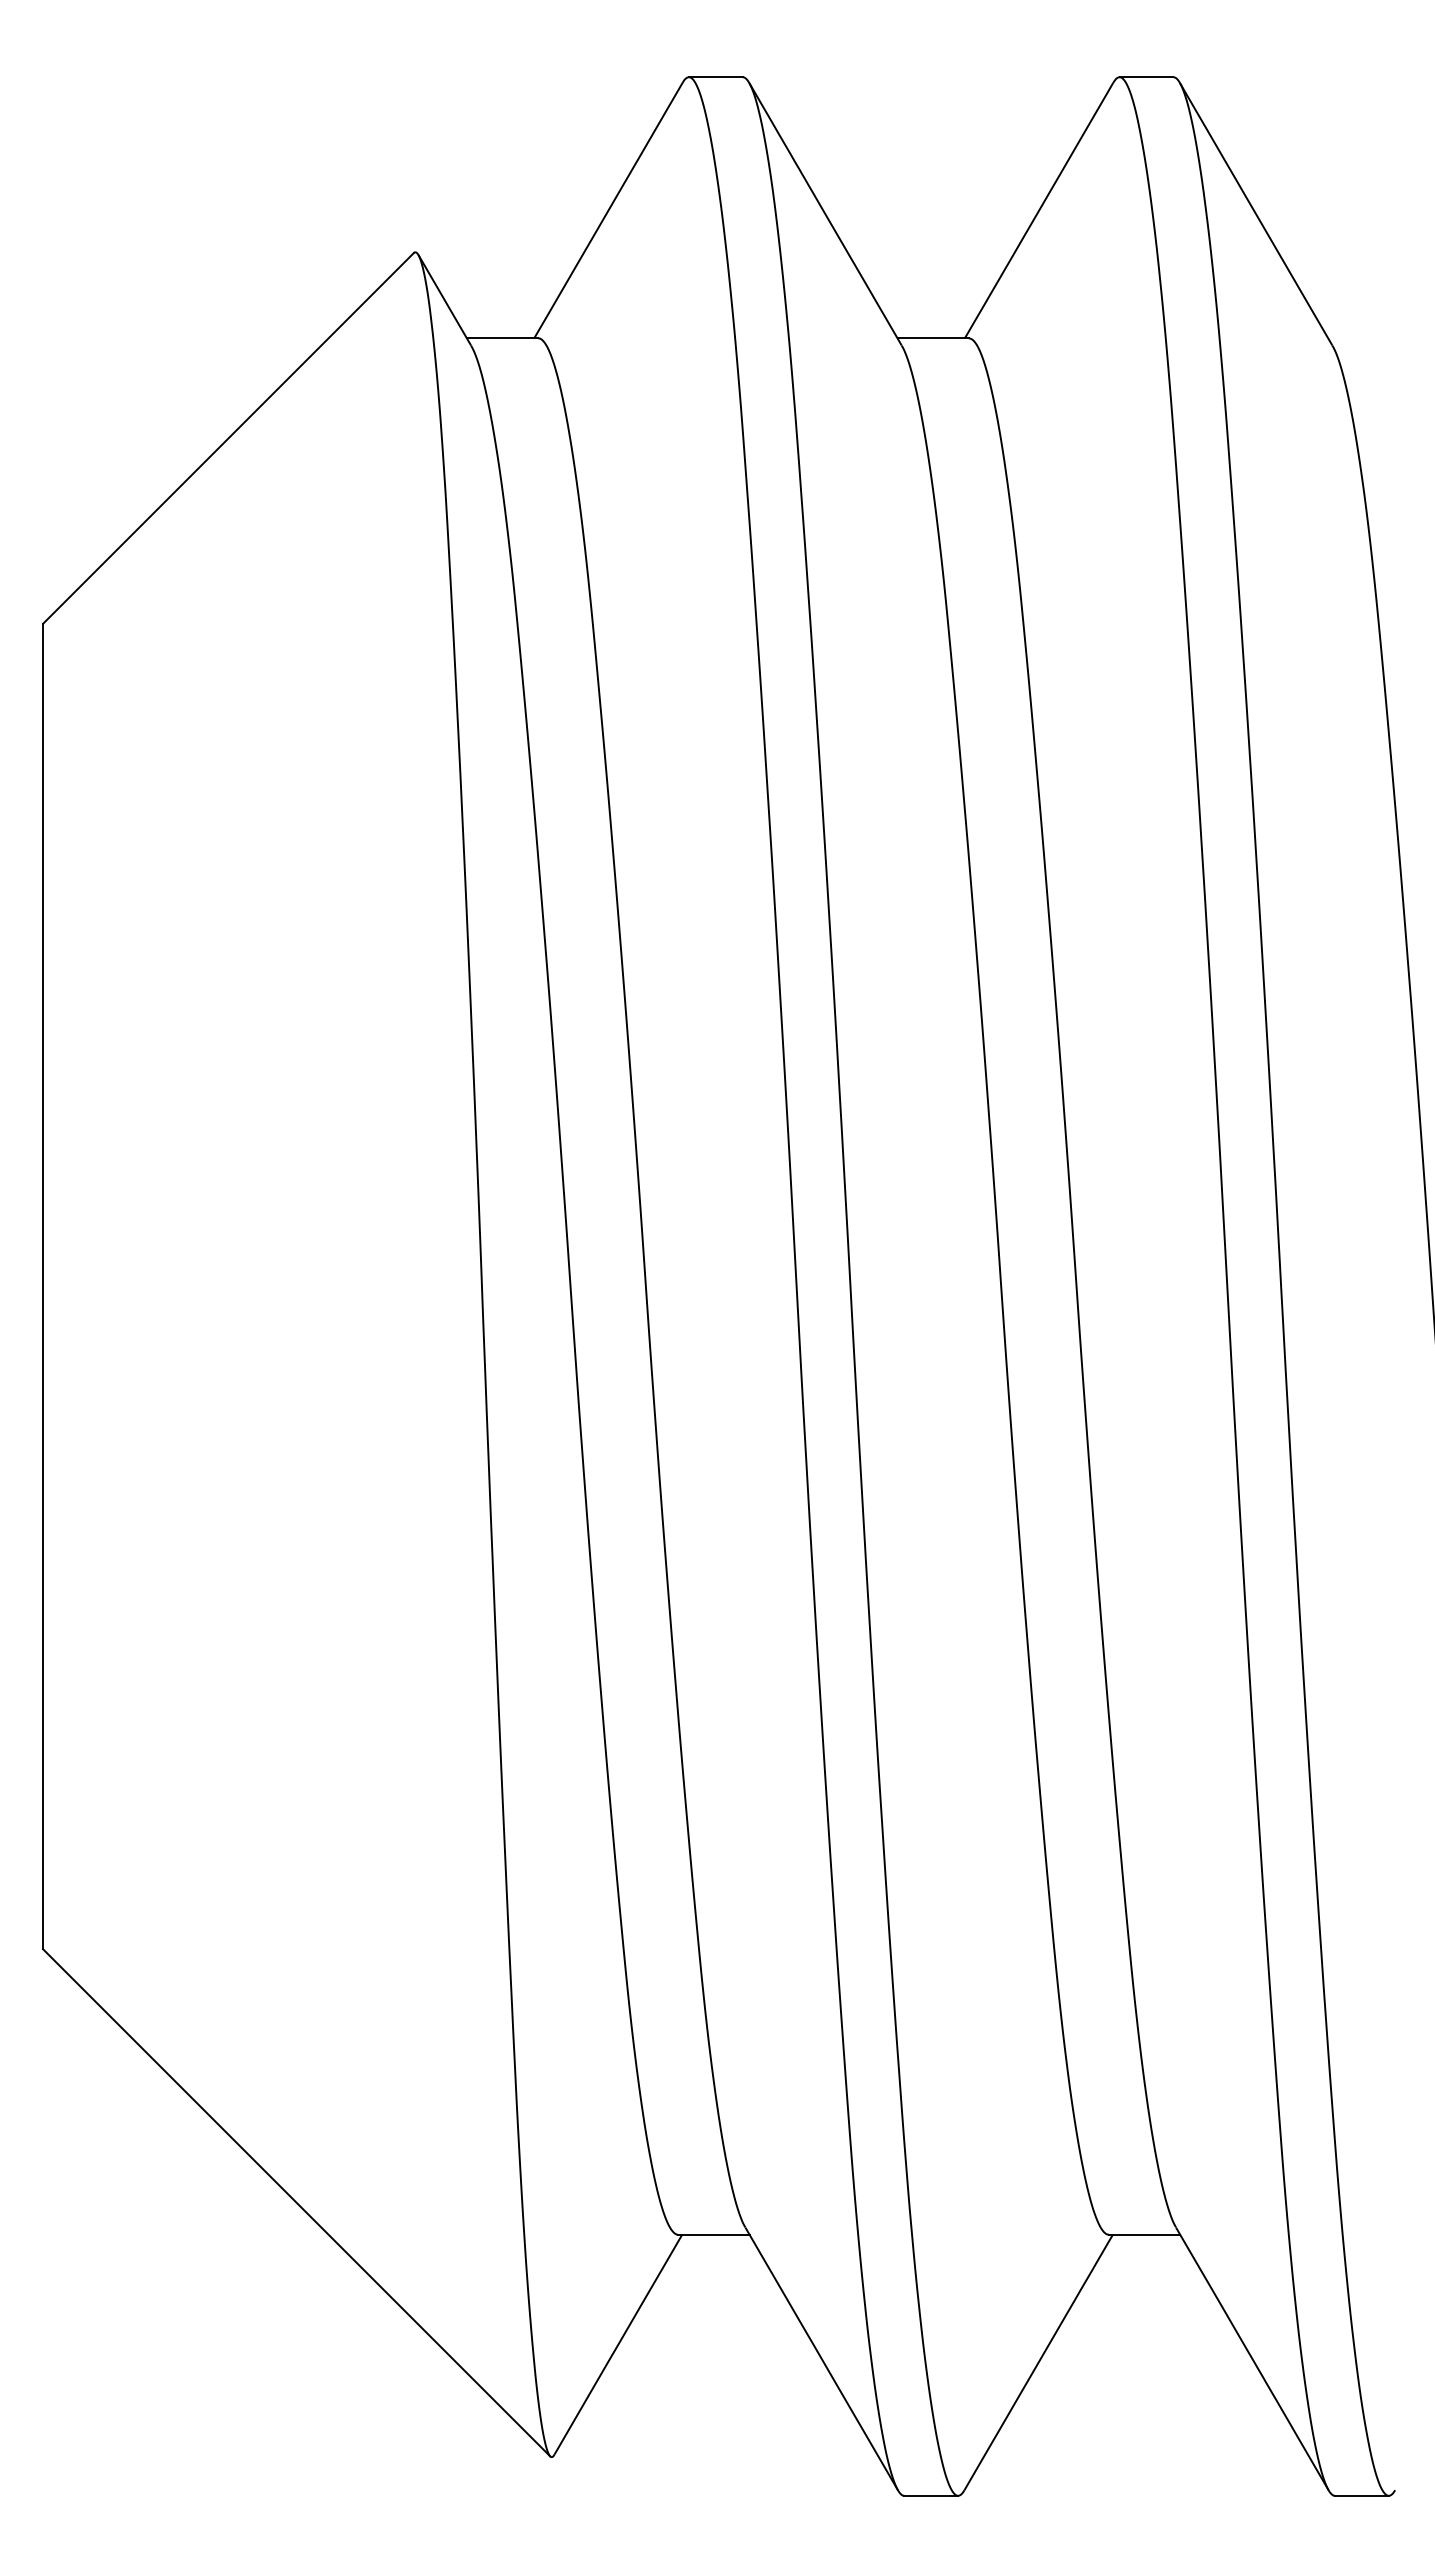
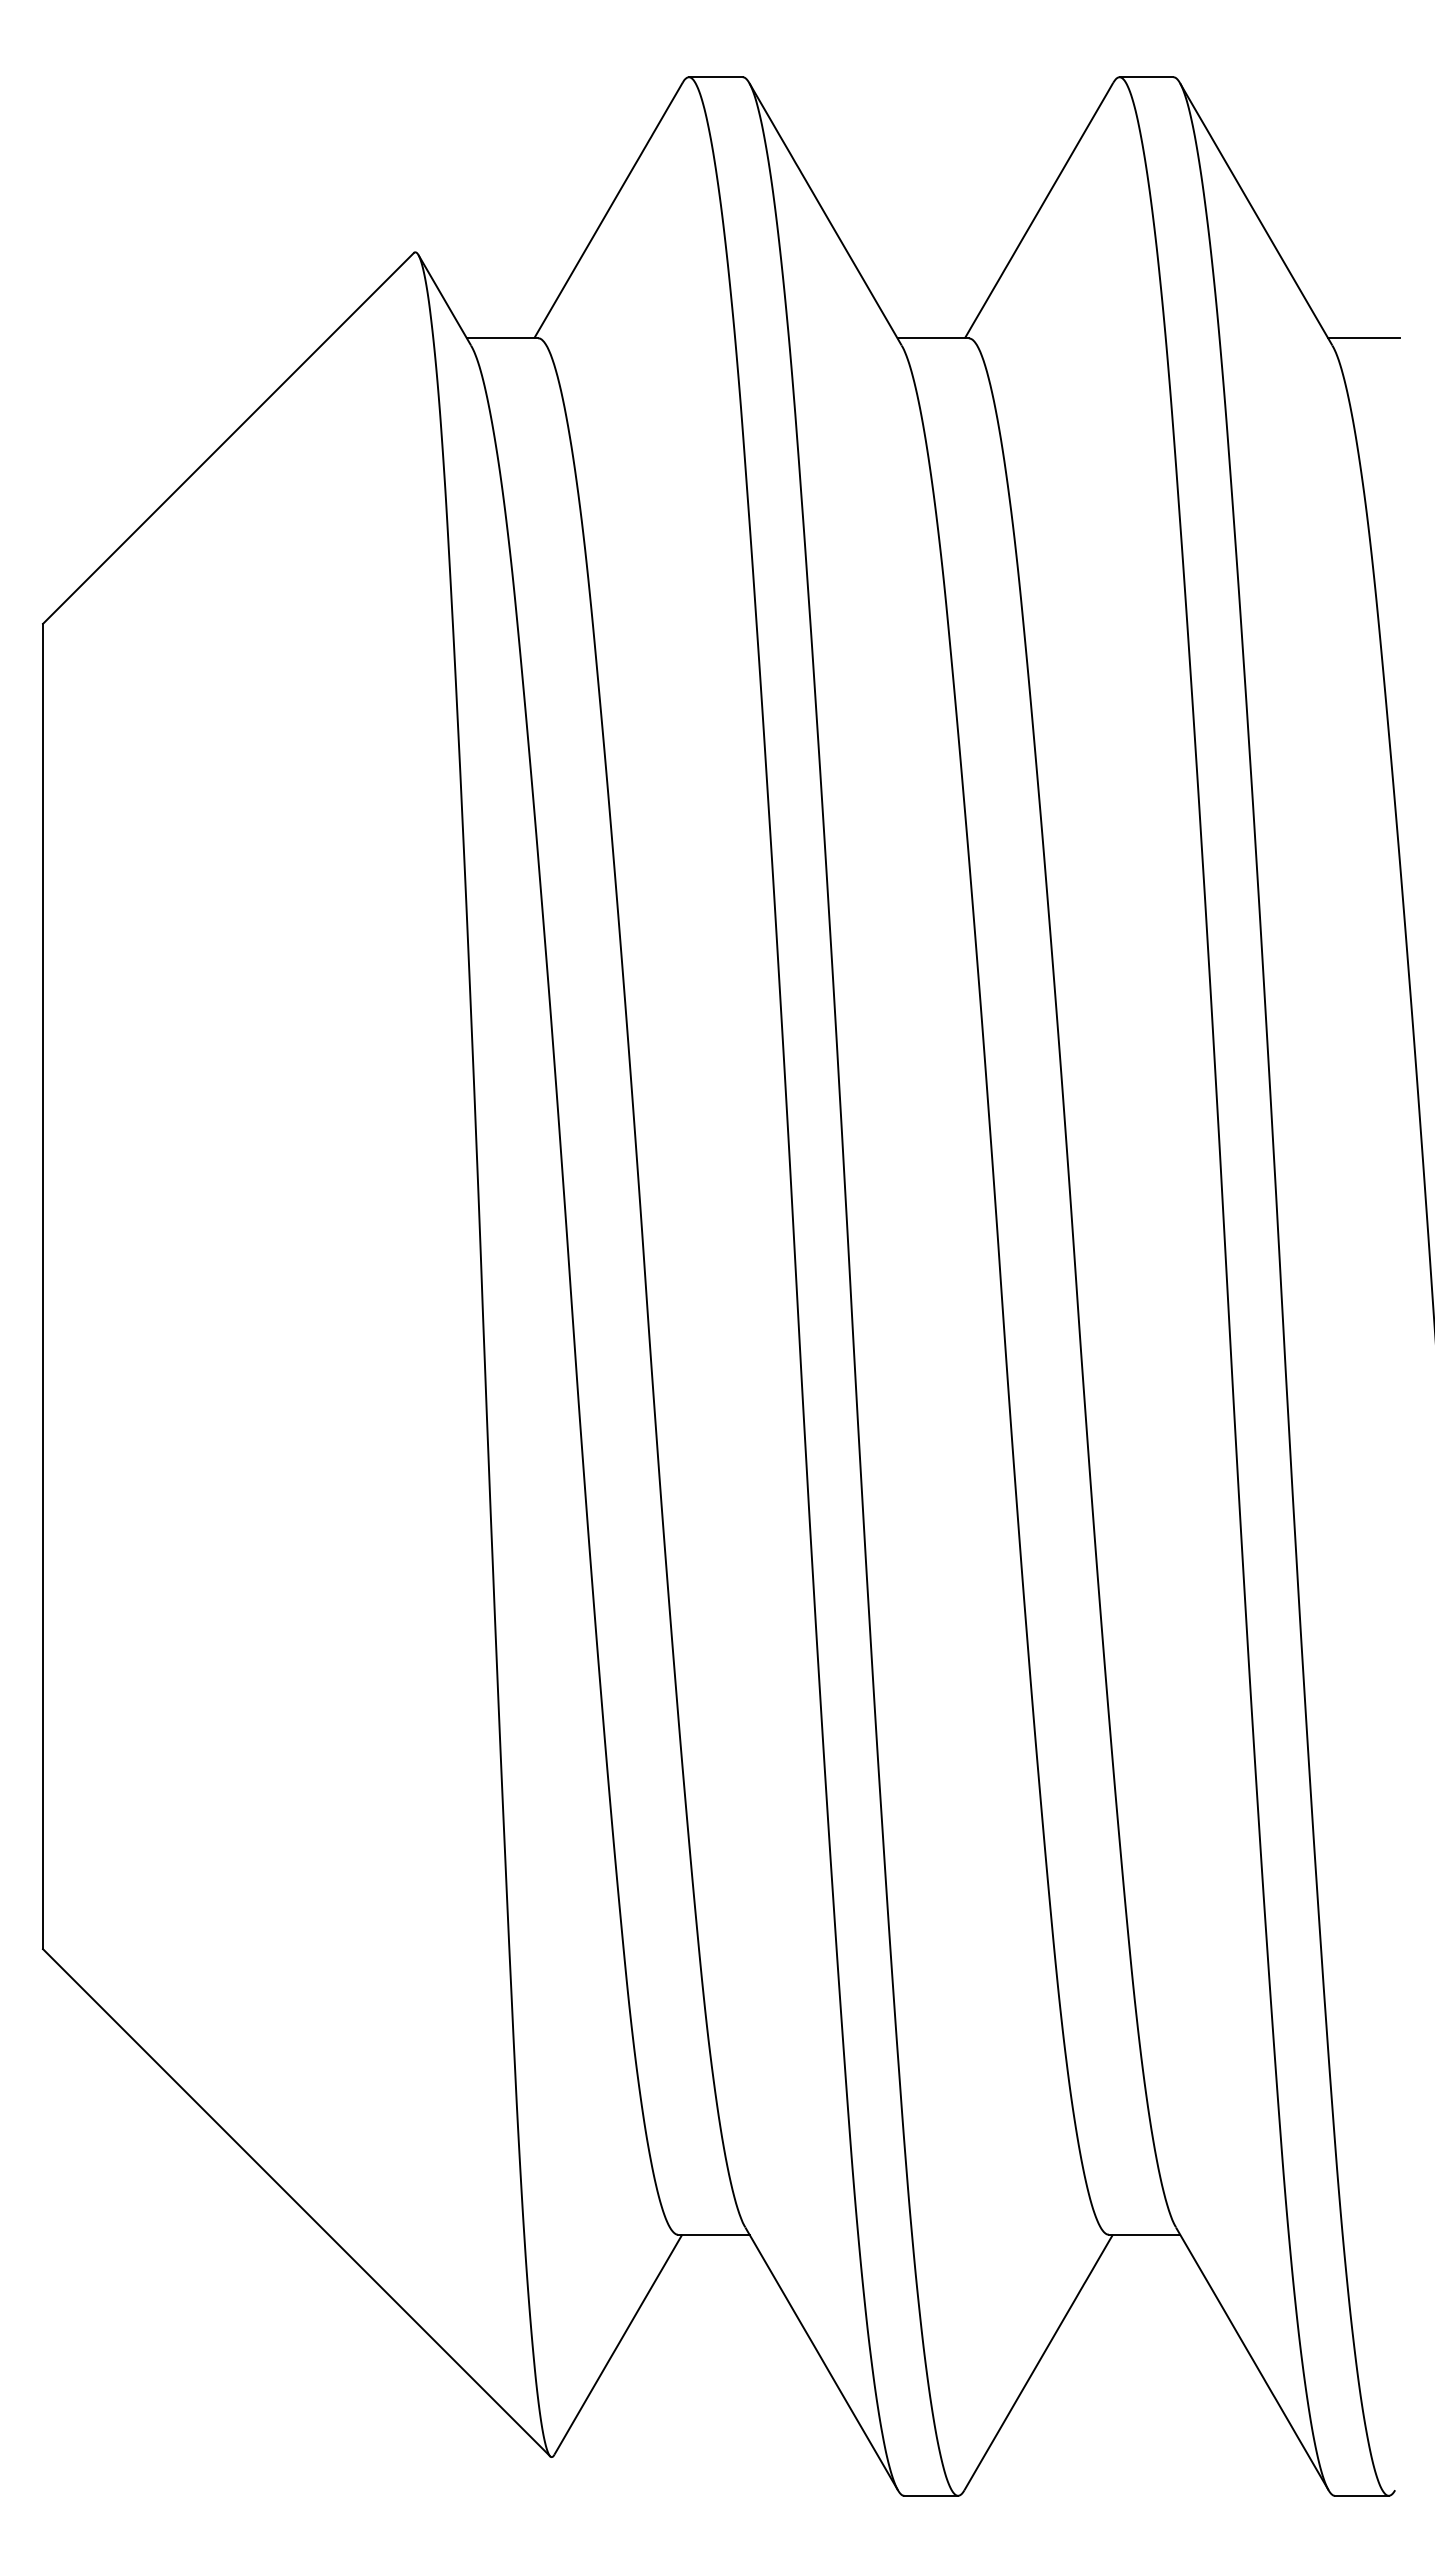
line at (1363, 338): none -> present
